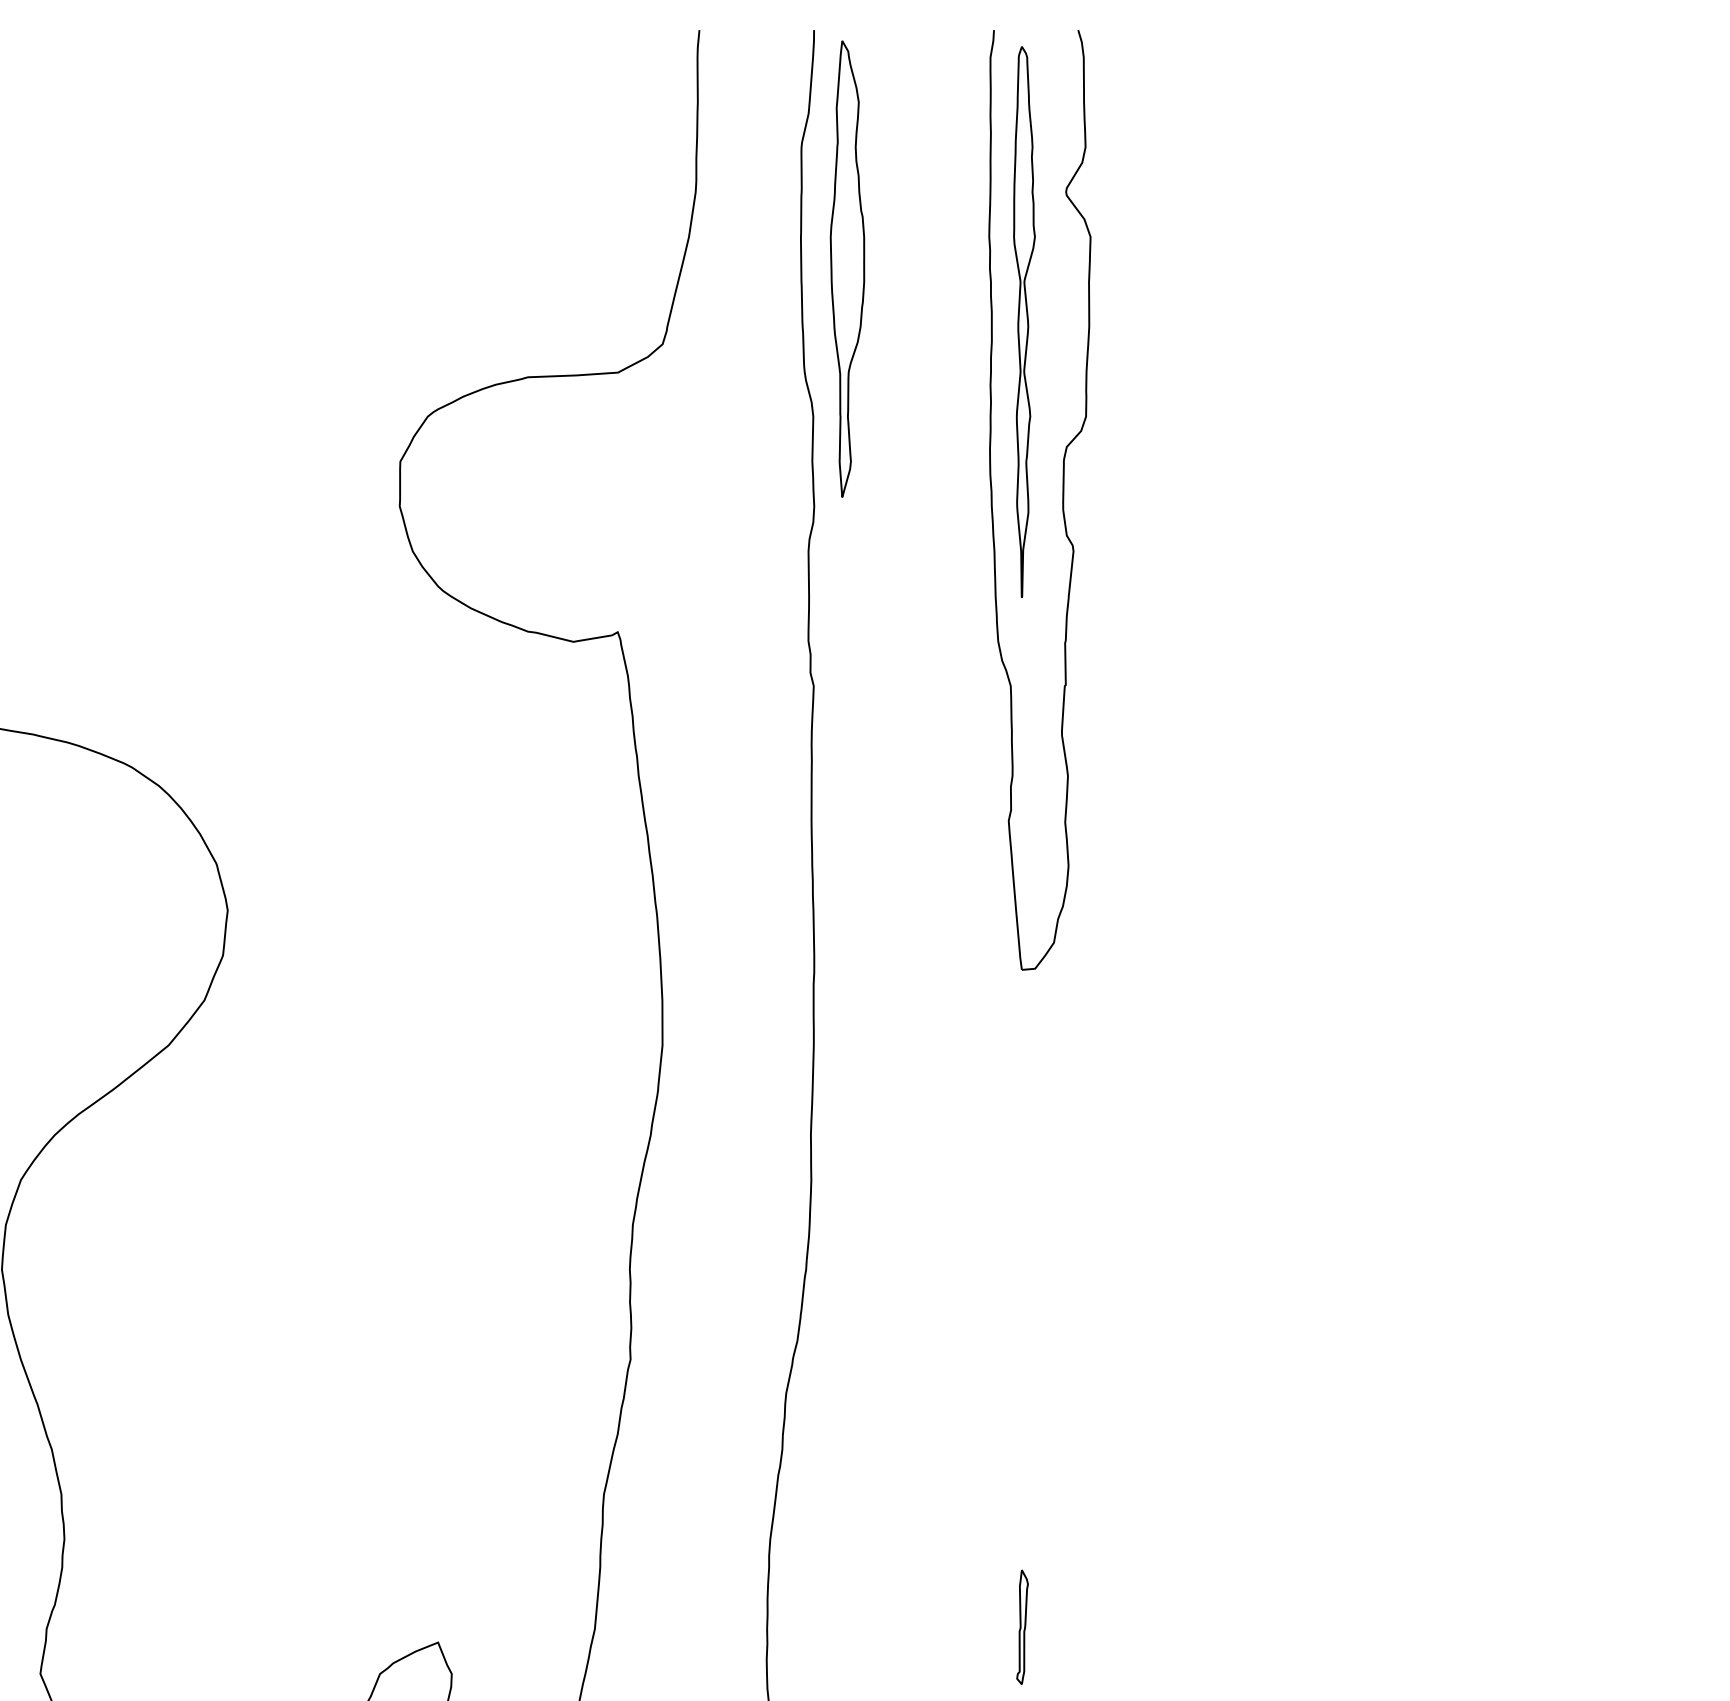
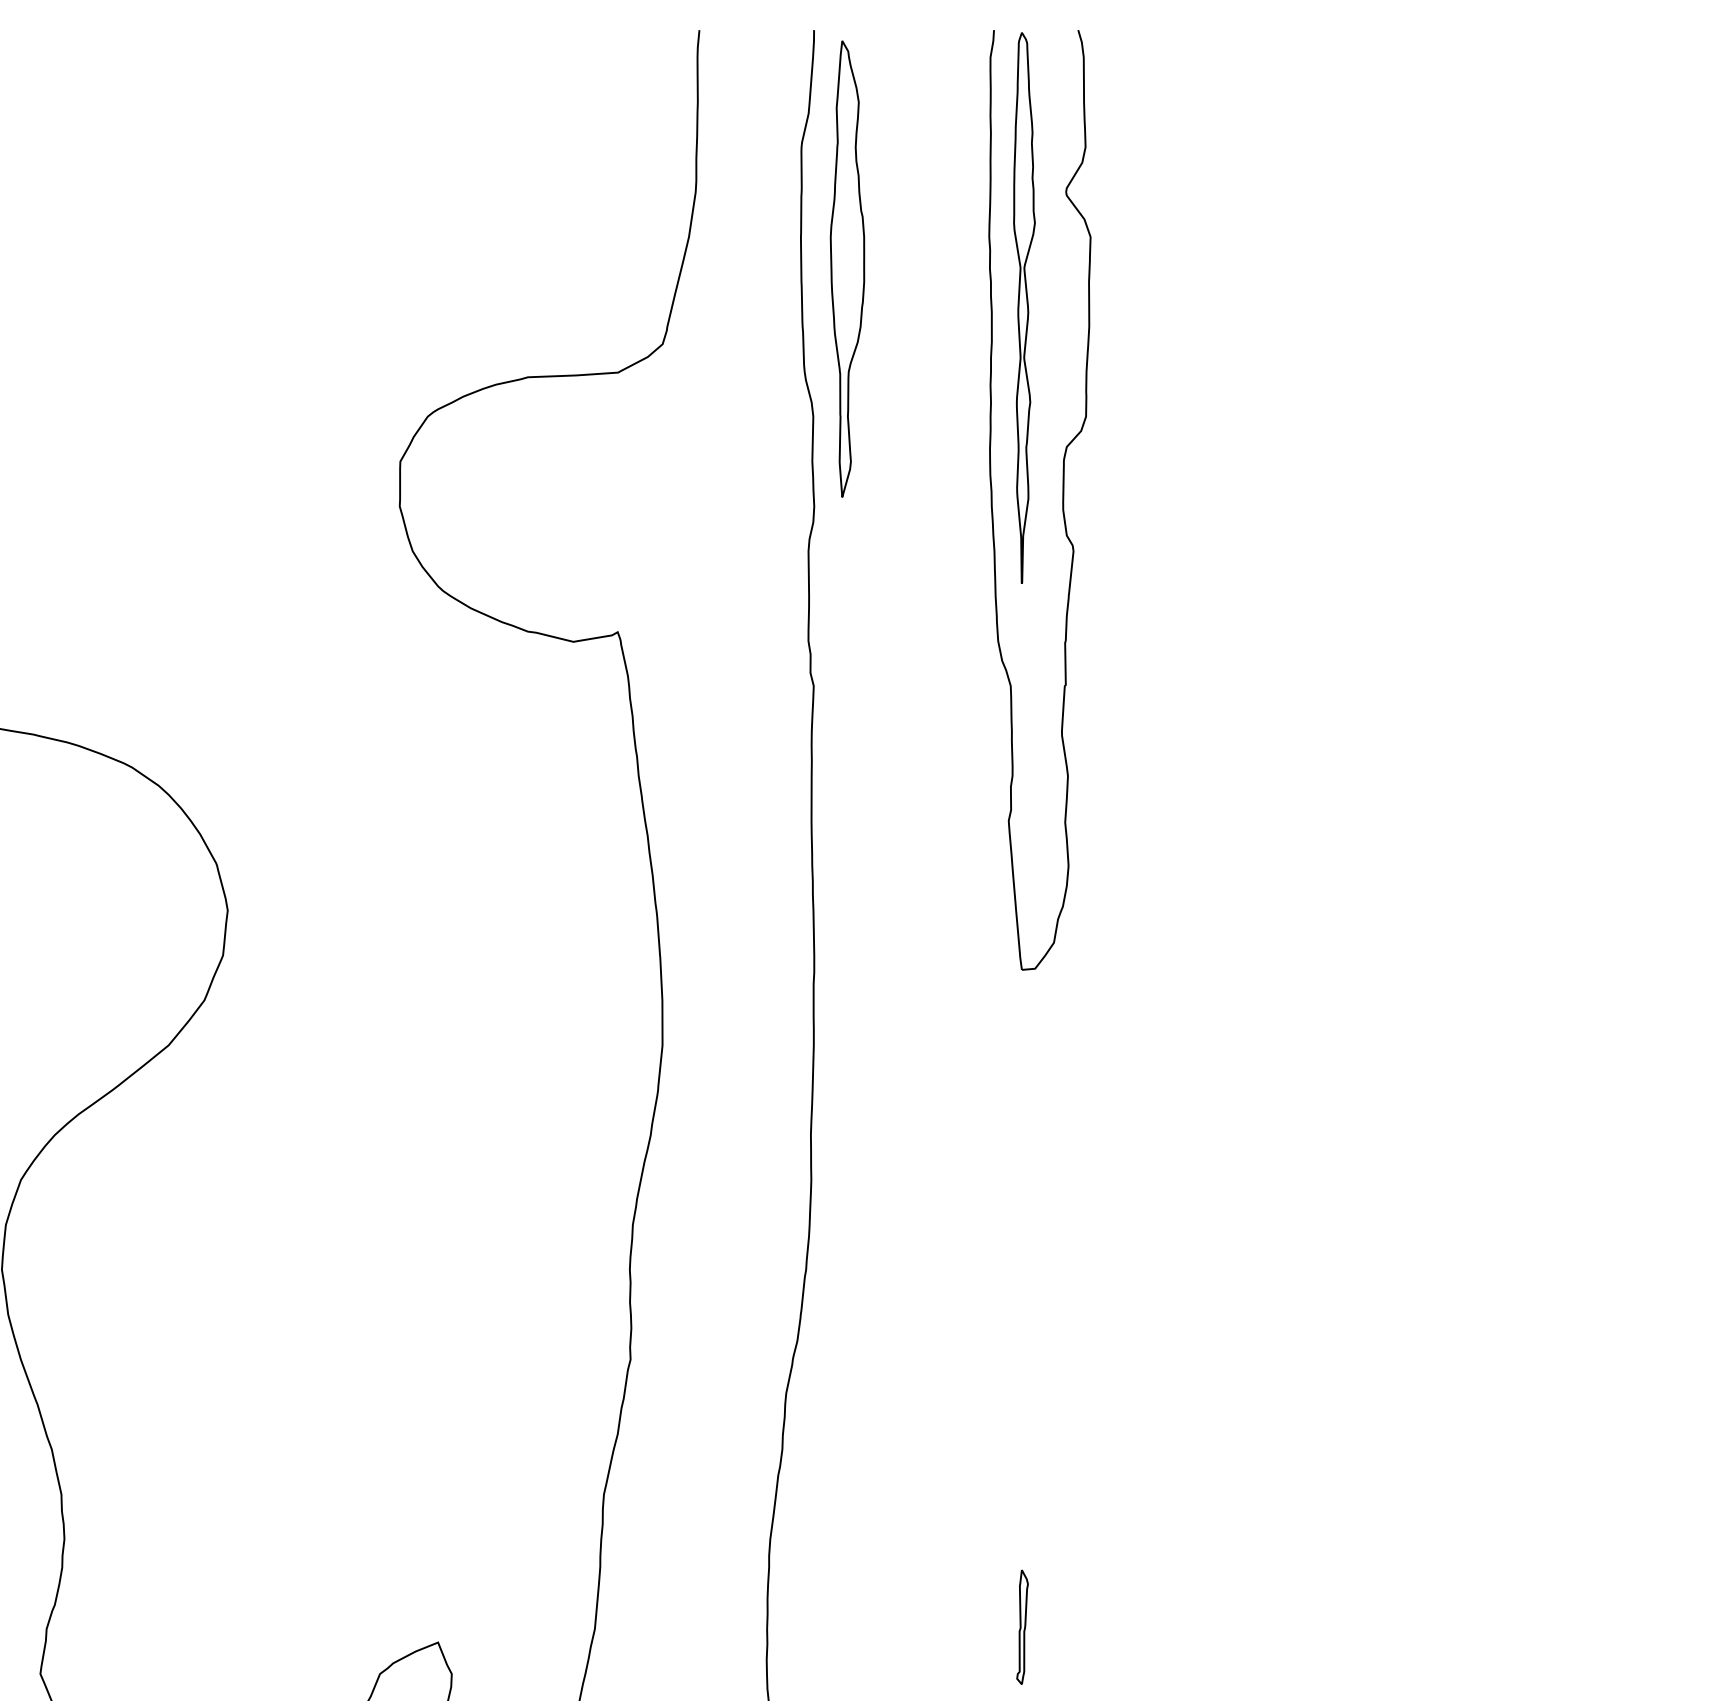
part at (1024, 321) position: (1024, 321) -> (1024, 307)
